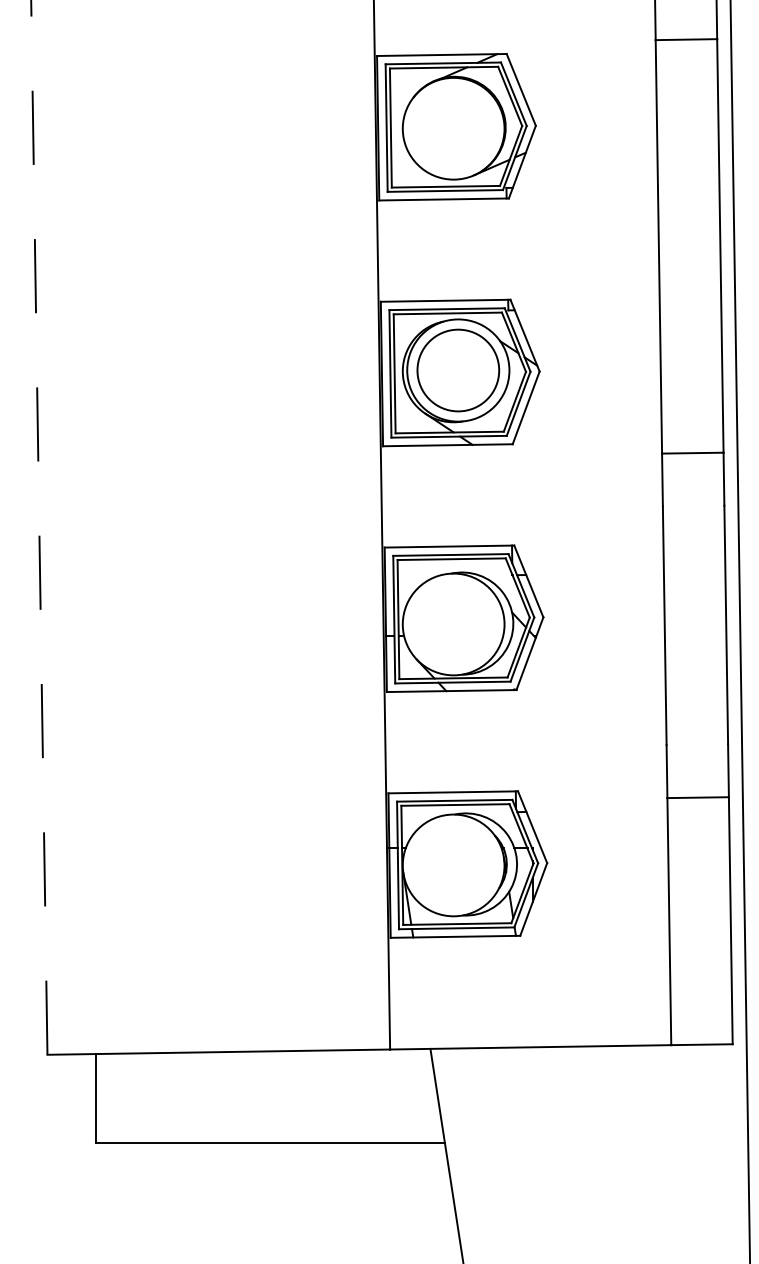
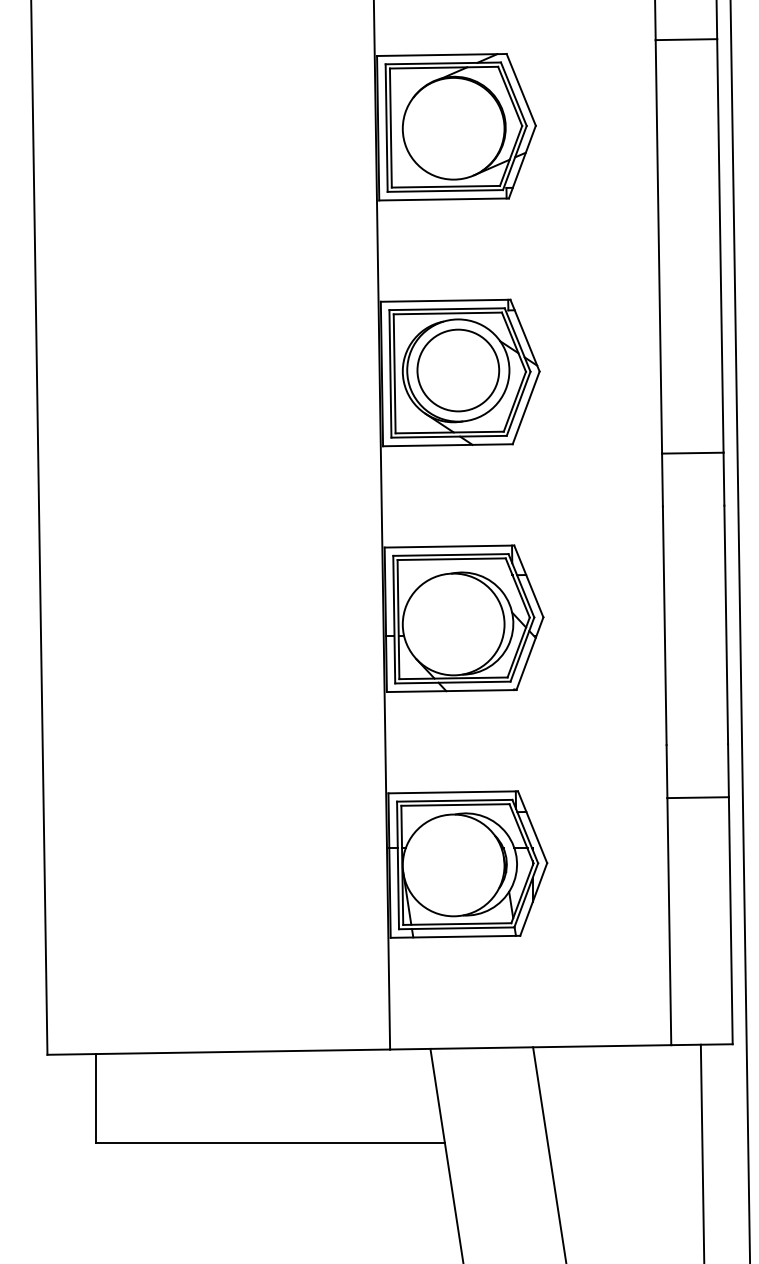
line at (39, 527): dashed -> solid
line at (702, 1152): none -> present
line at (549, 1153): none -> present
